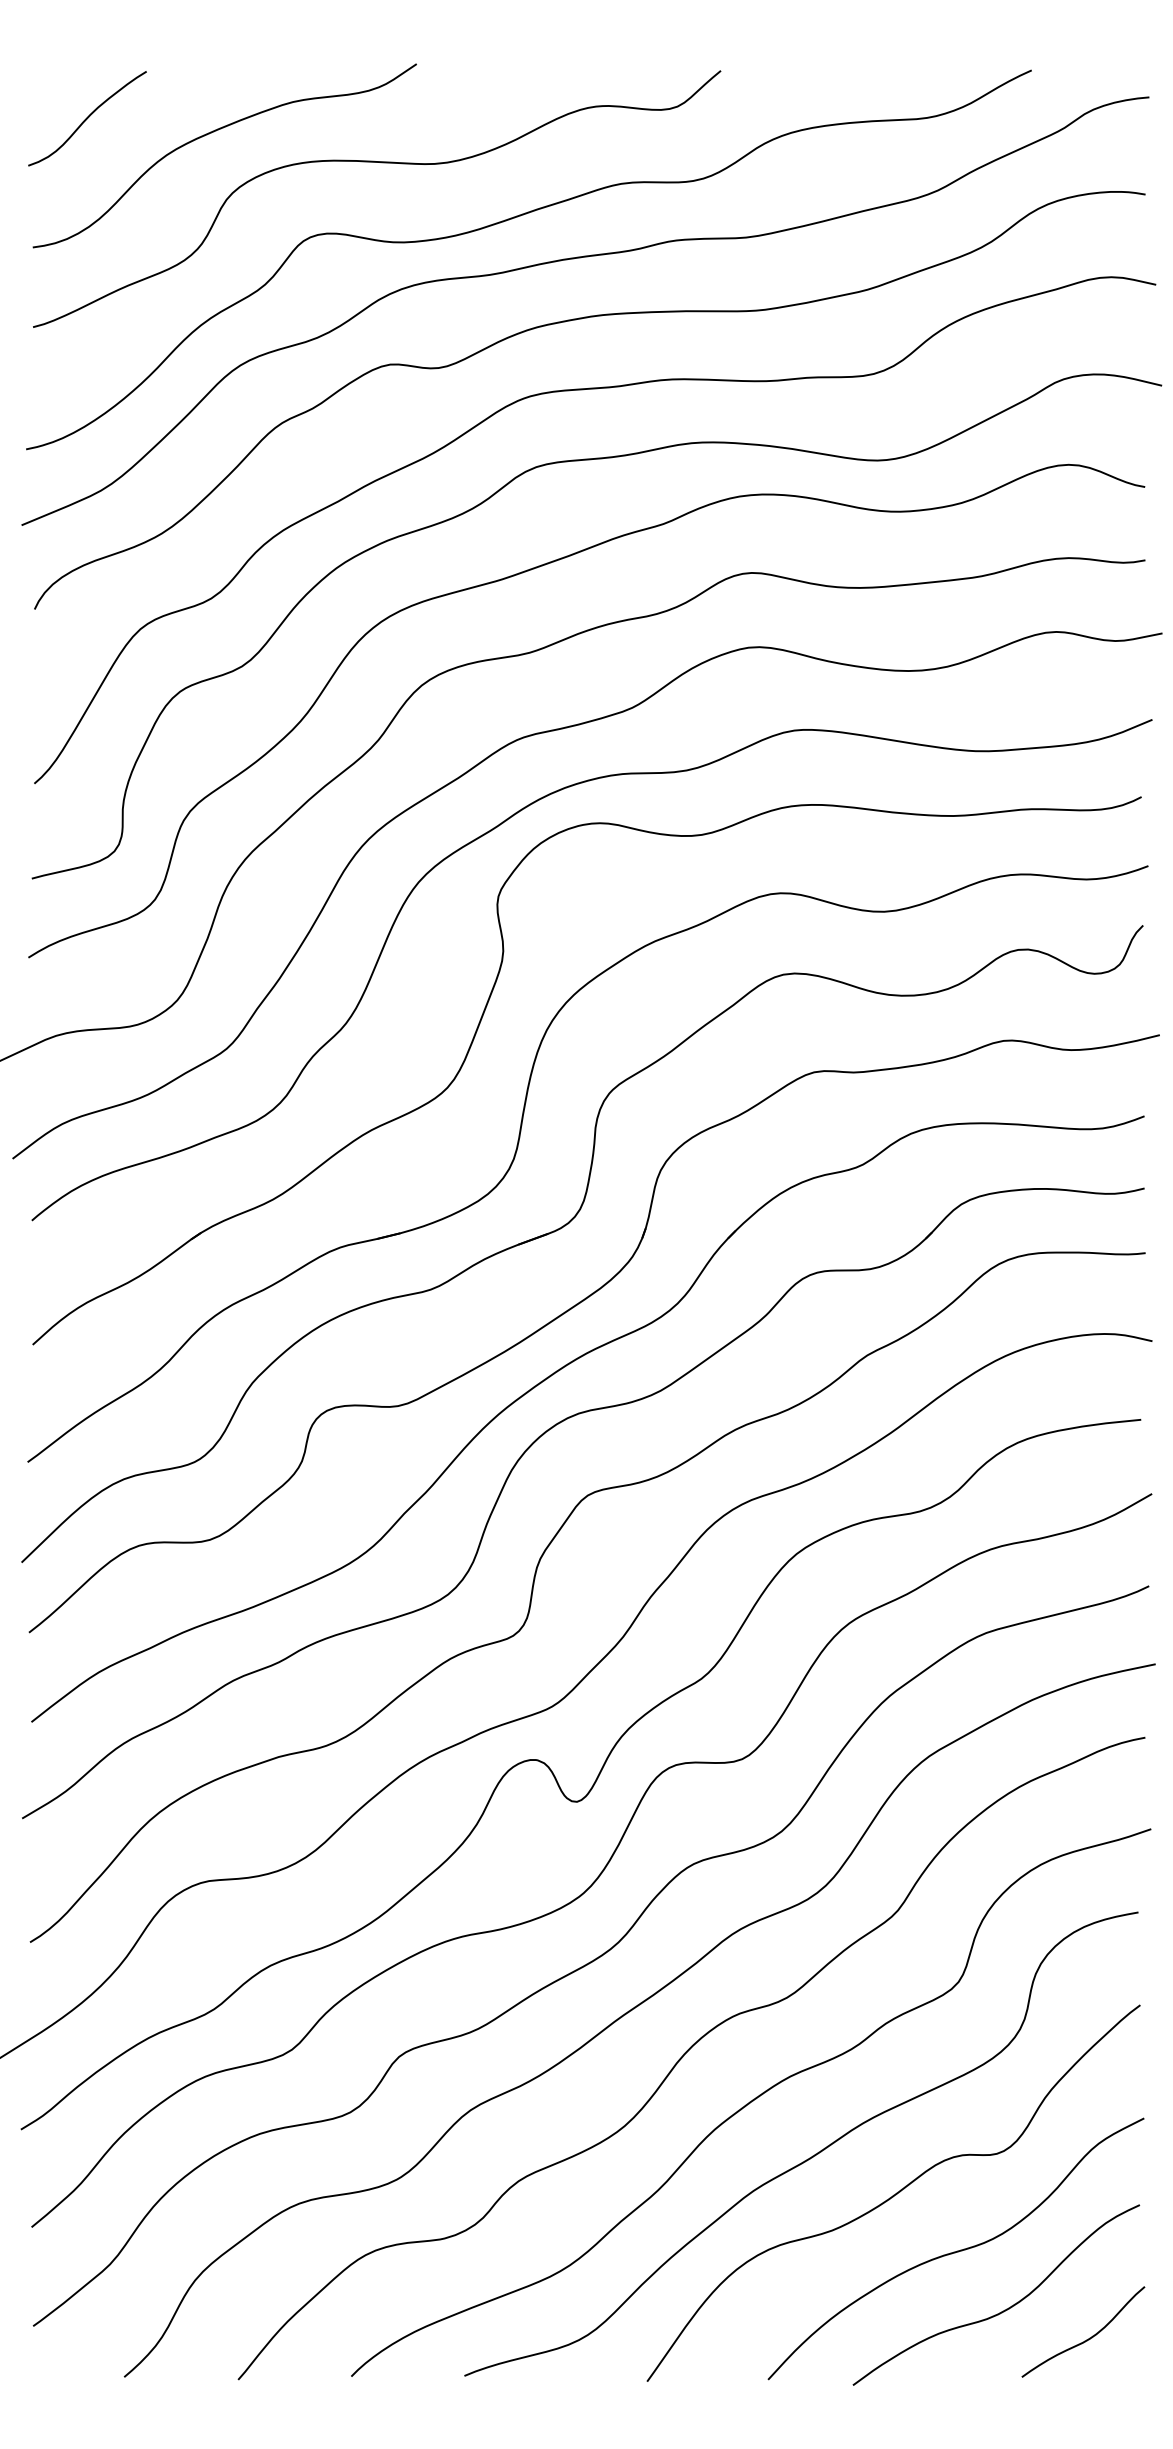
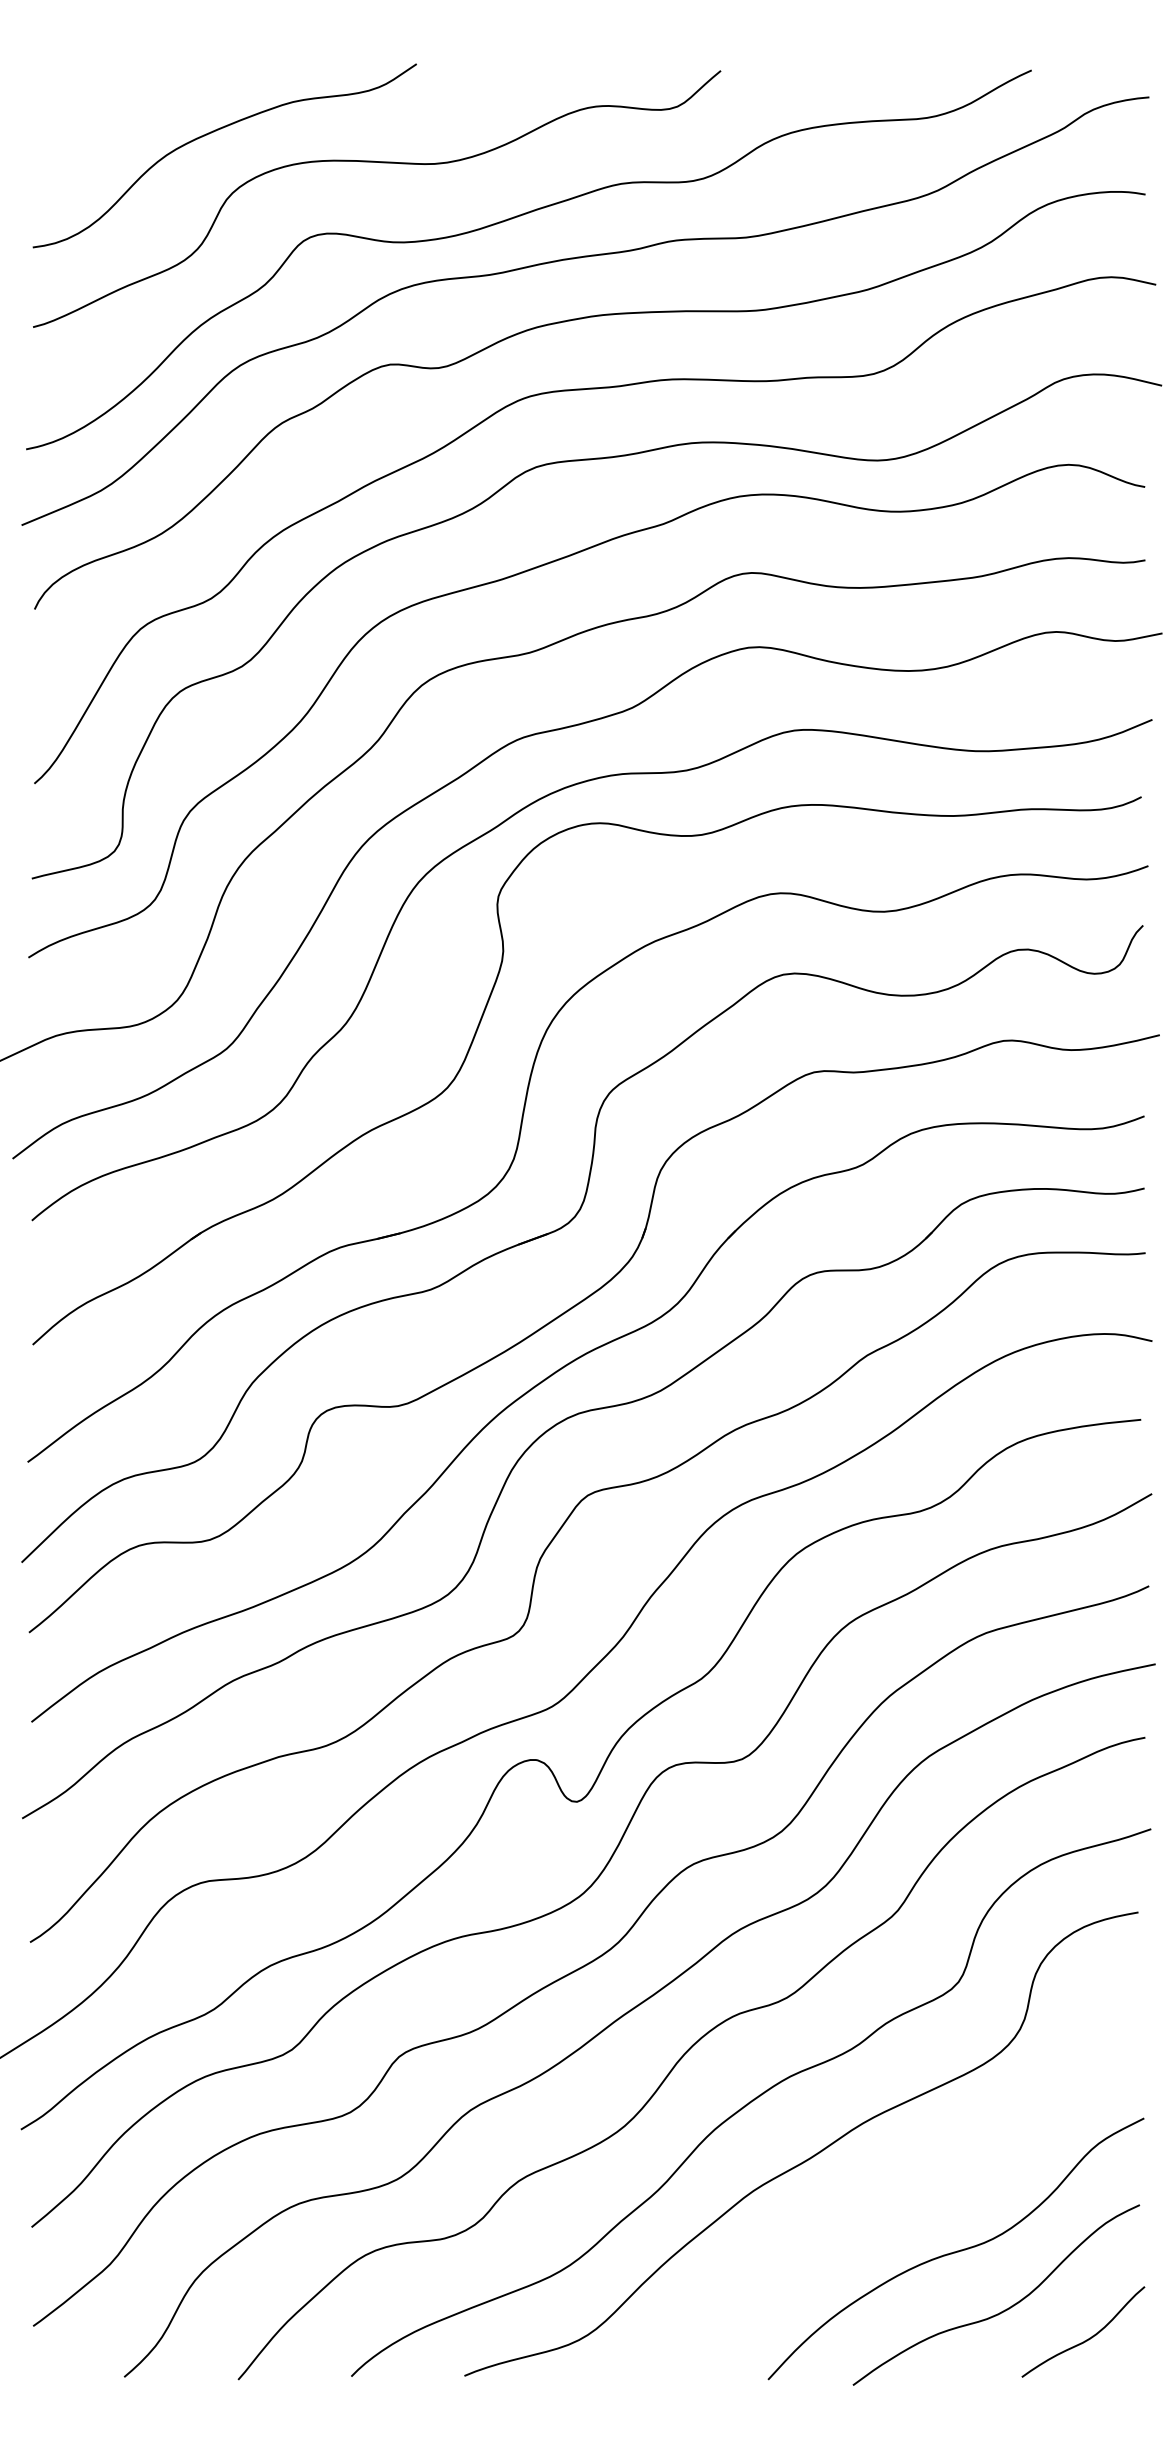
curve at (87, 118): present -> none
curve at (893, 2194): present -> none
